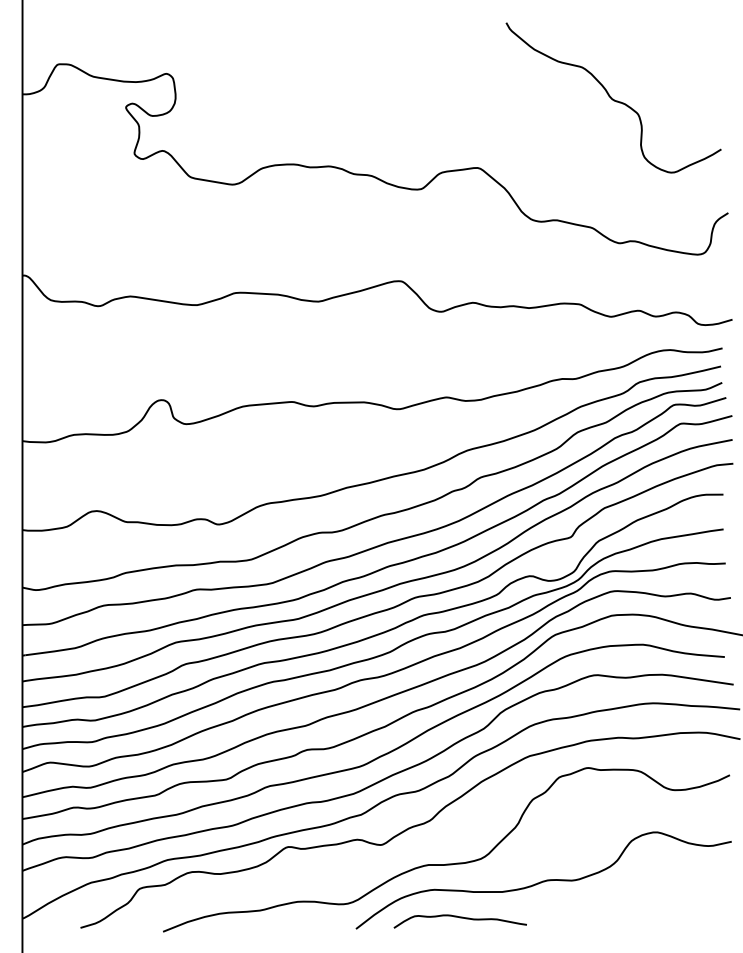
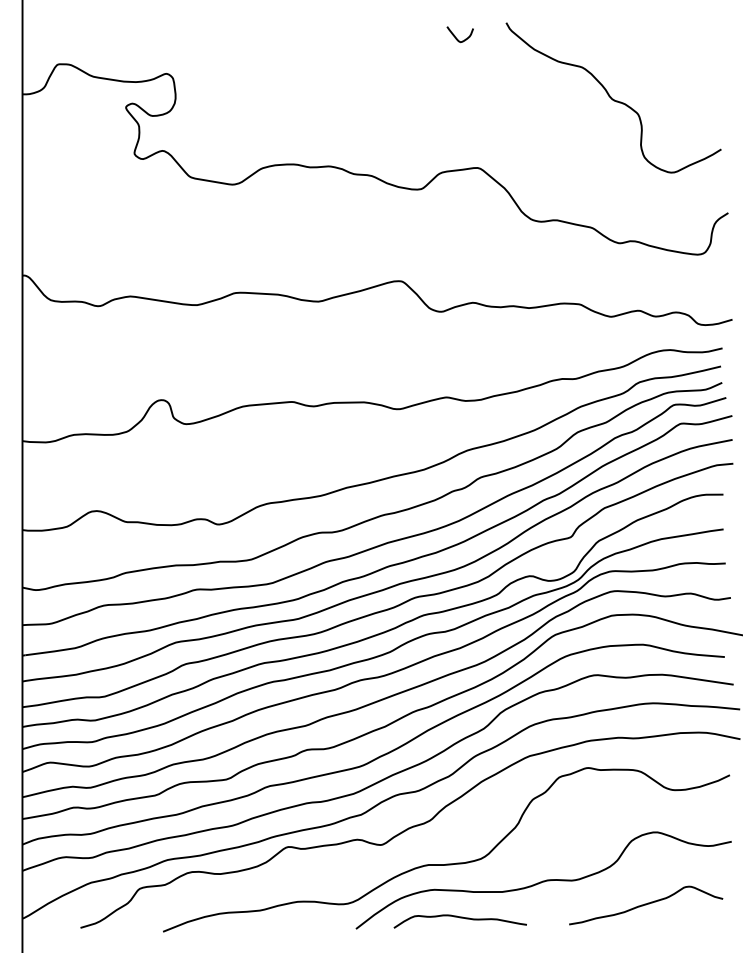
curve at (455, 35): none -> present
curve at (646, 905): none -> present
